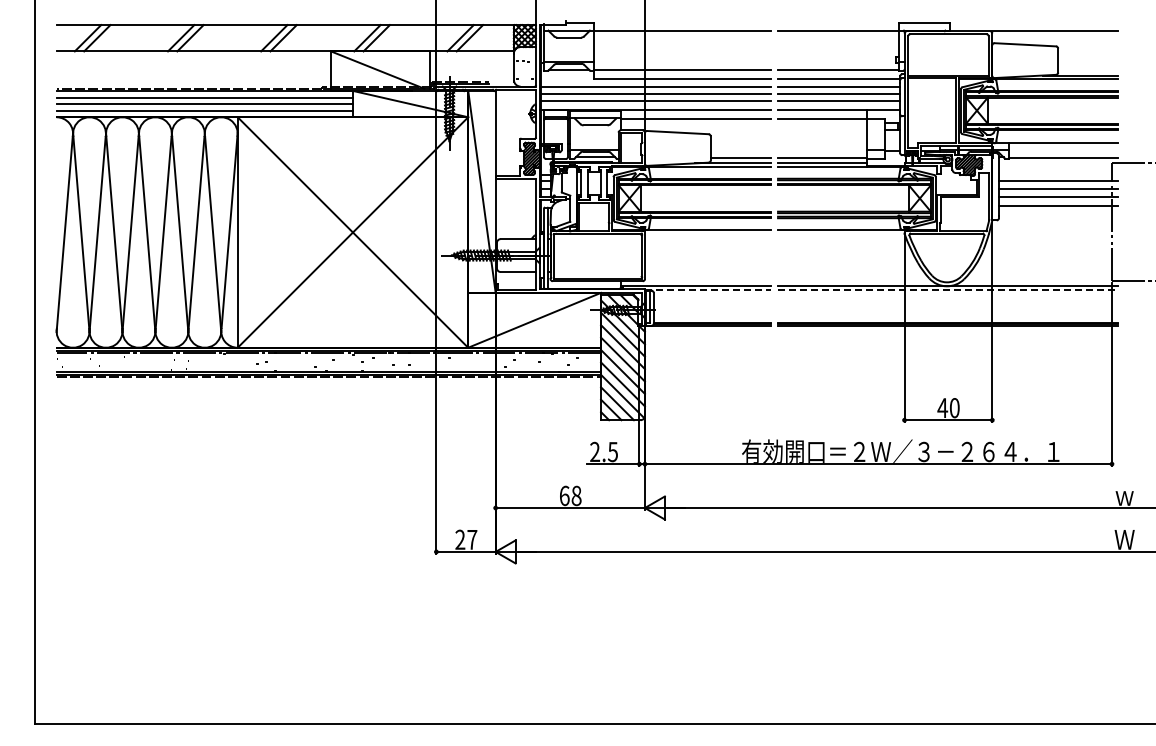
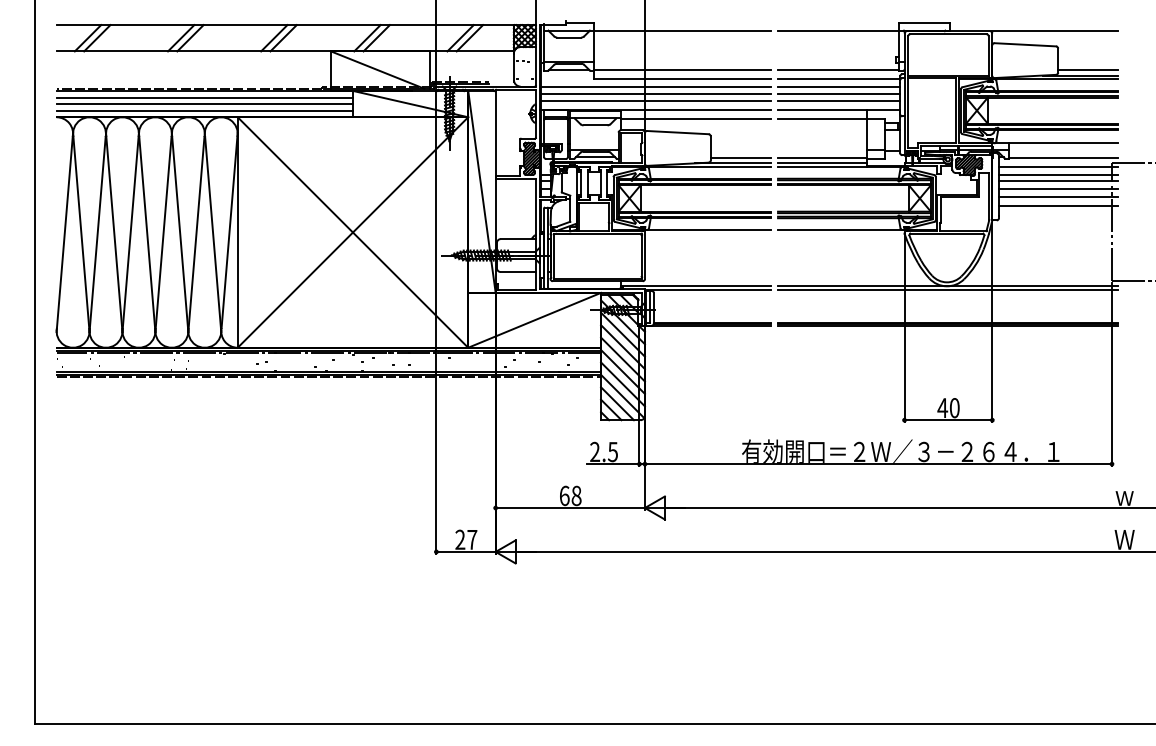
line at (1087, 70): none -> present
line at (1058, 166): none -> present
line at (1058, 174): none -> present
line at (708, 290): dashed -> solid
line at (948, 290): dashed -> solid
